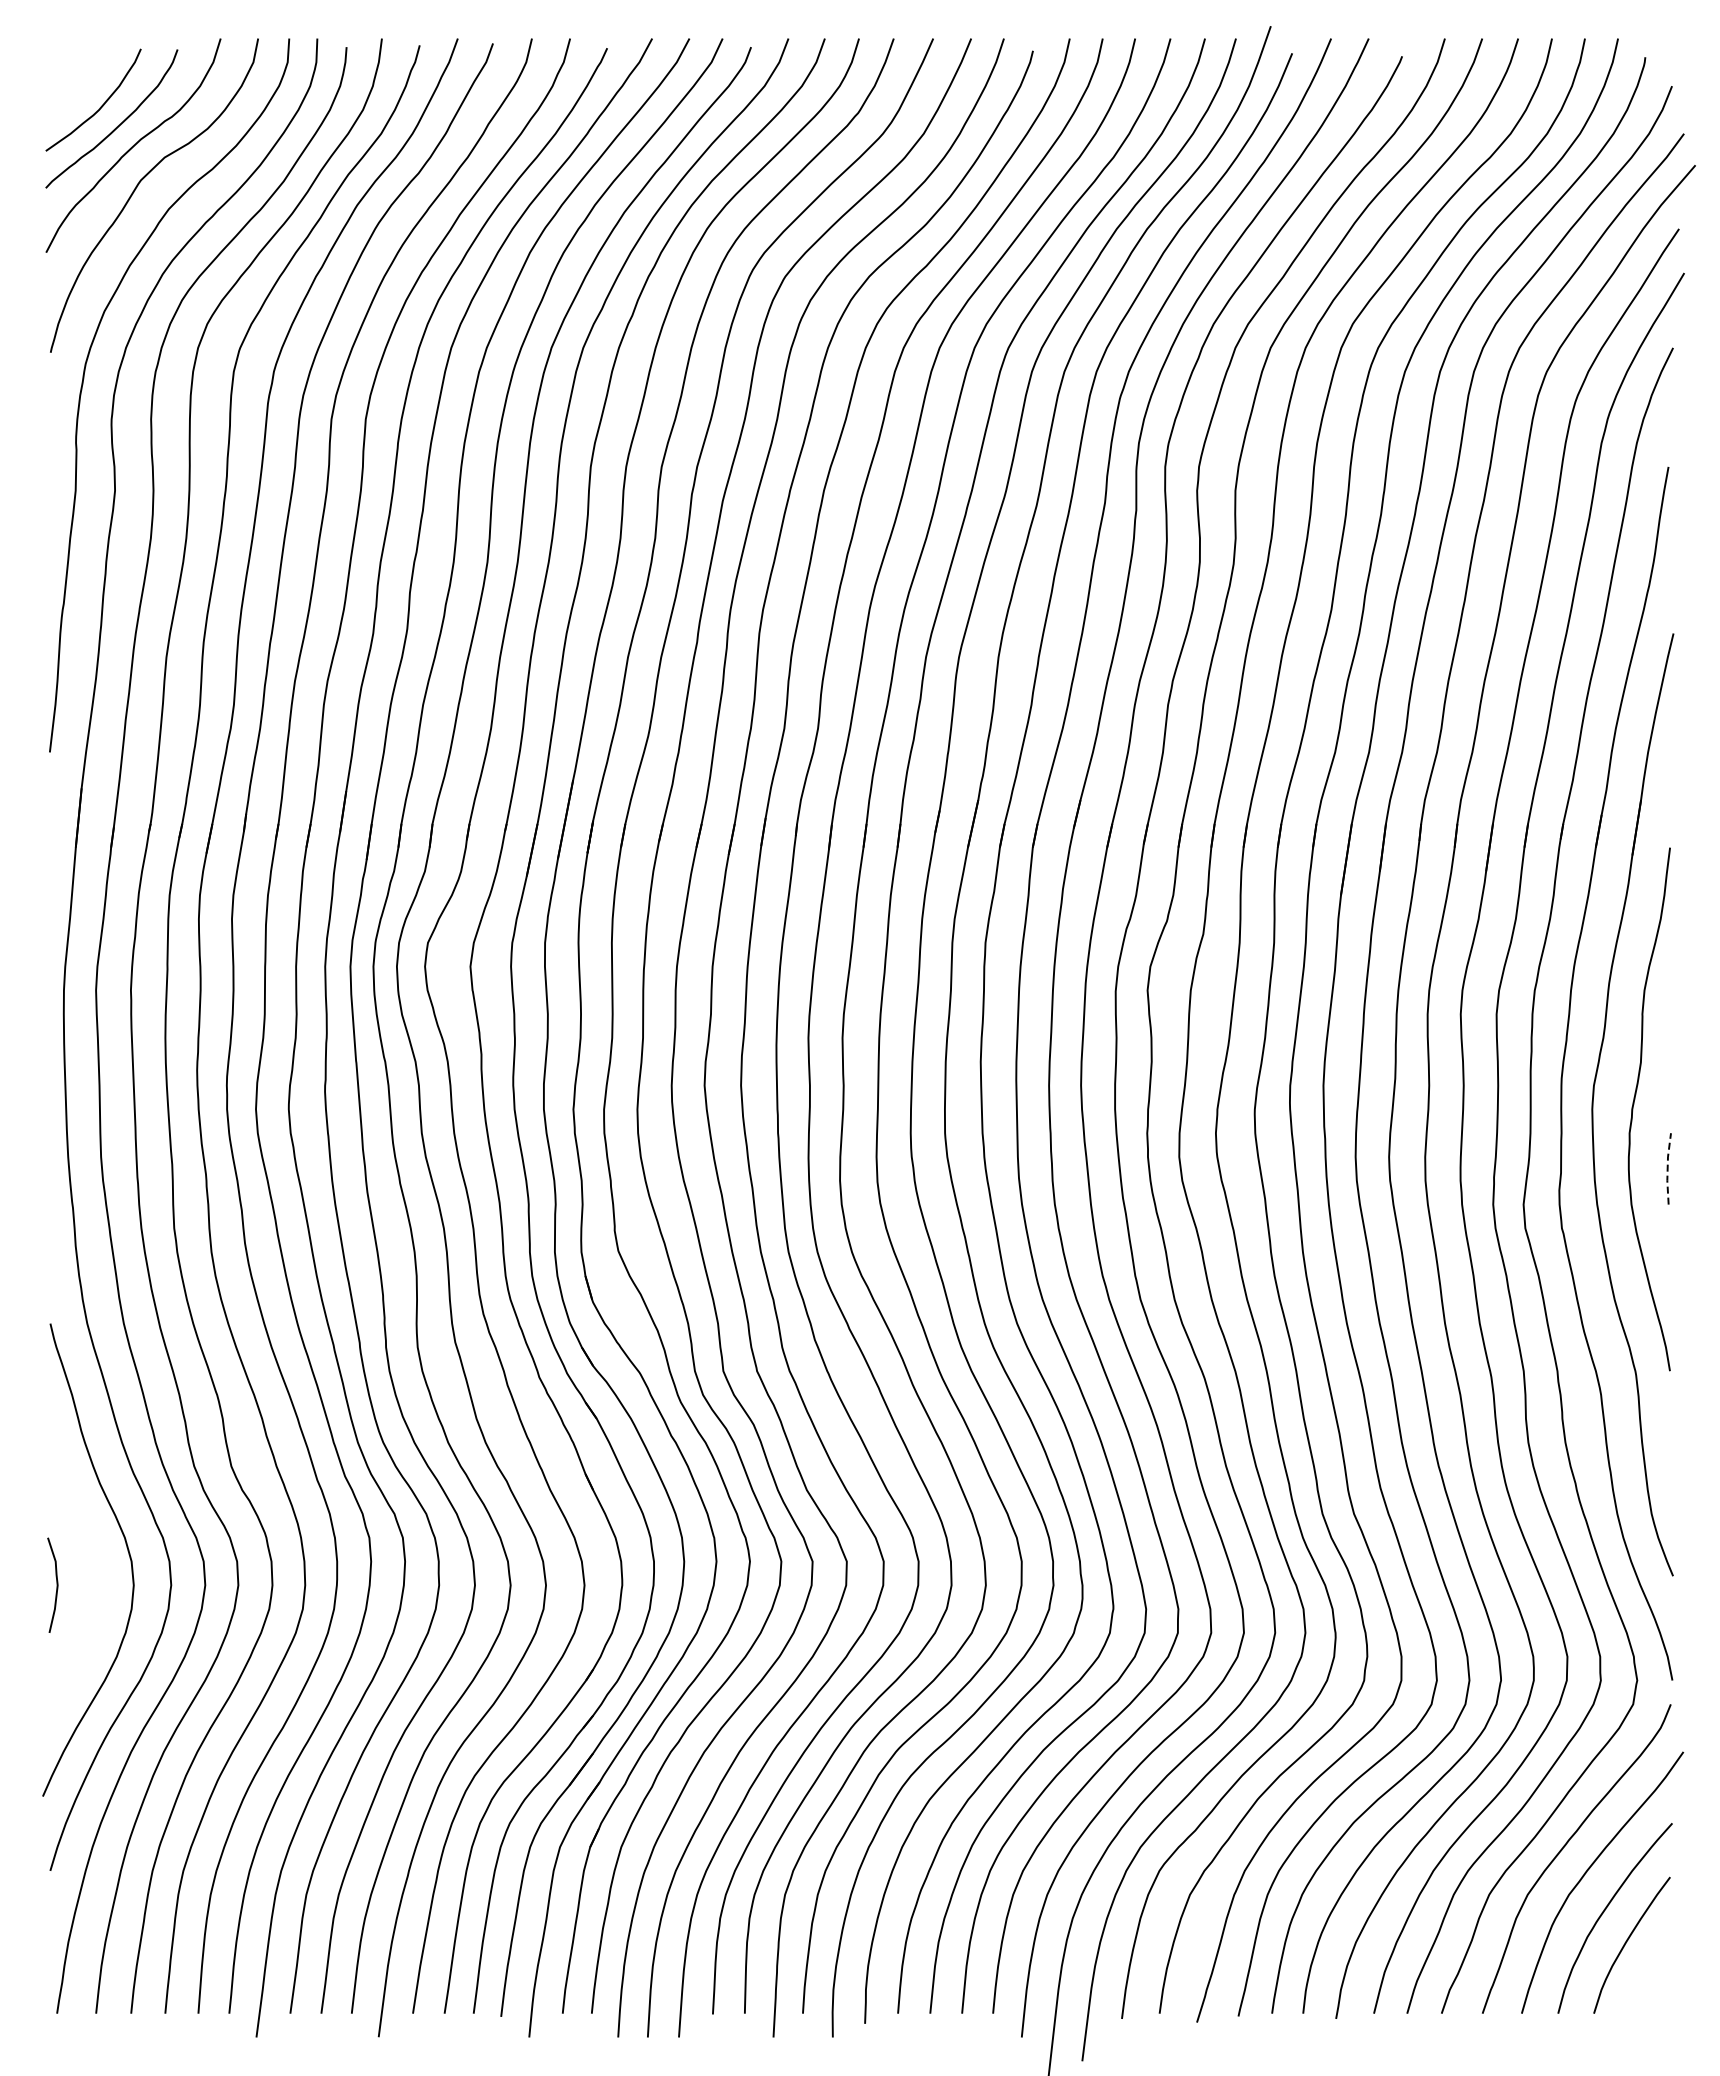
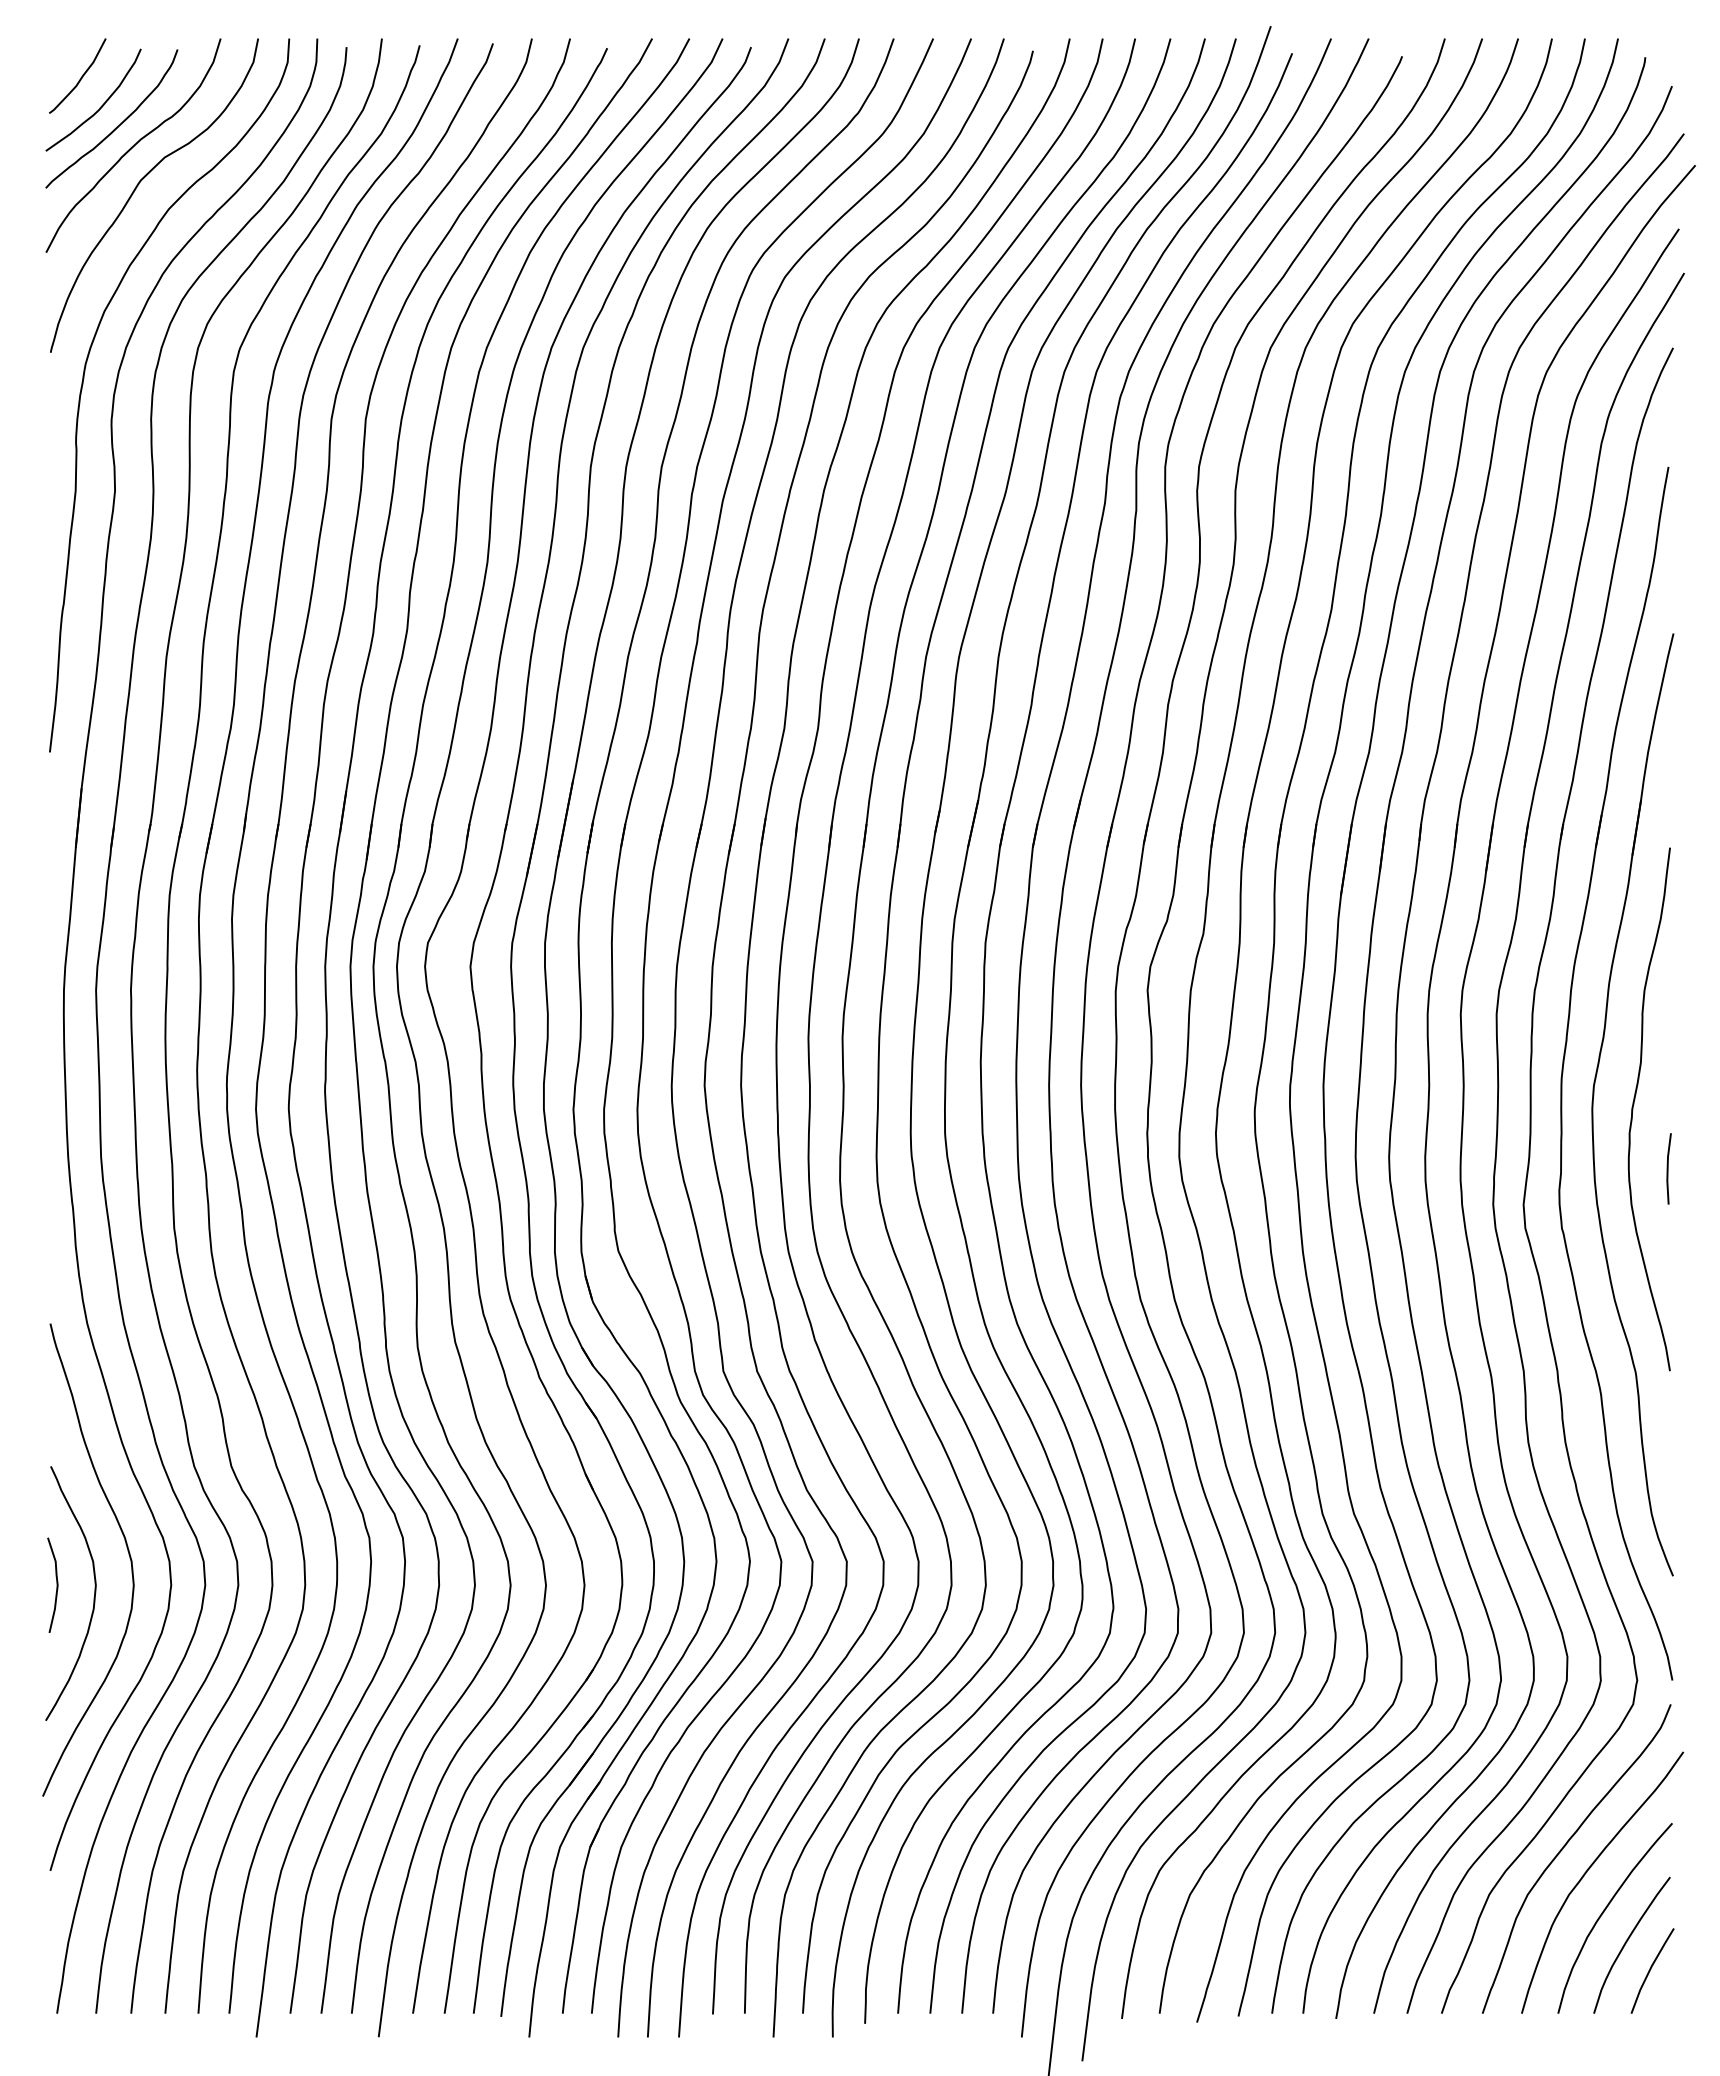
curve at (80, 77): none -> present
line at (1667, 1168): dashed -> solid
curve at (93, 1597): none -> present
line at (1651, 1969): none -> present
